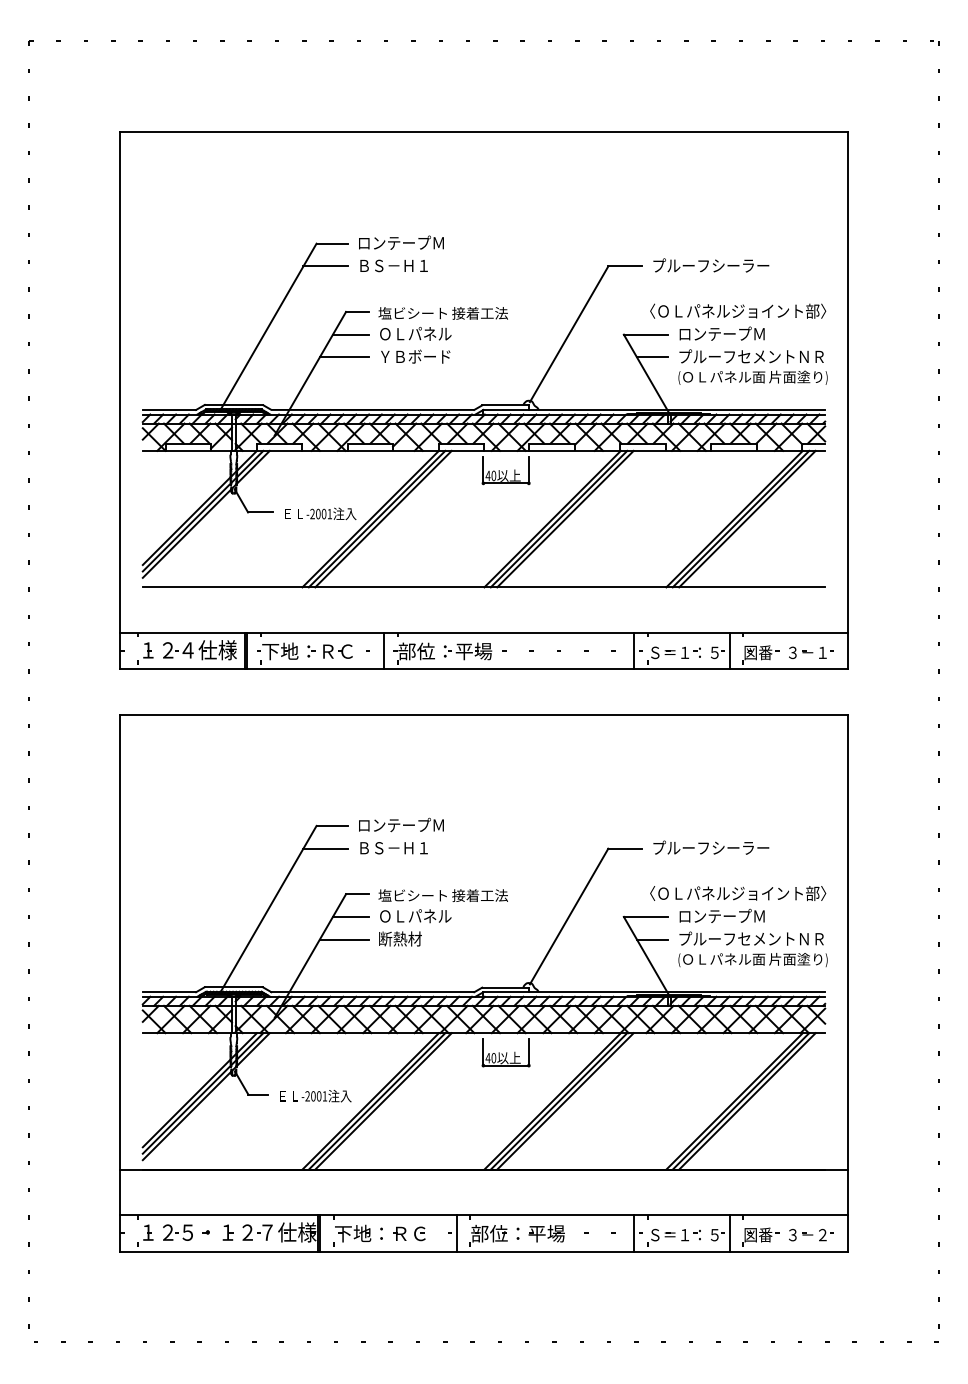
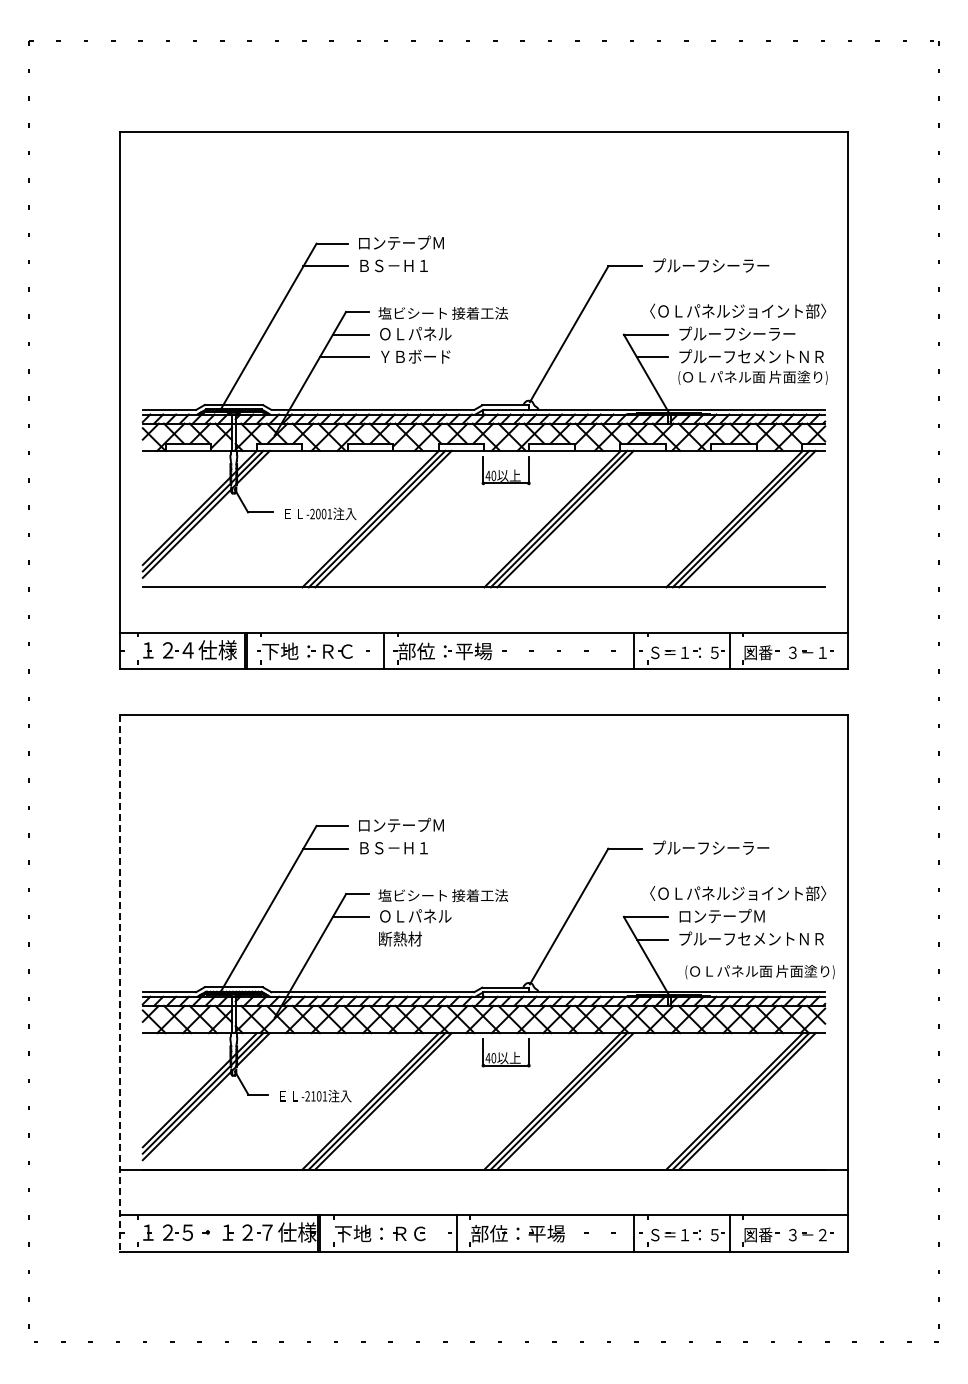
text at (737, 333): ロンテープＭ -> プルーフシーラー
line at (343, 939): present -> none
text at (752, 960) position: (752, 960) -> (759, 972)
line at (120, 983): solid -> dashed
text at (313, 1096): -2001 -> -2101
